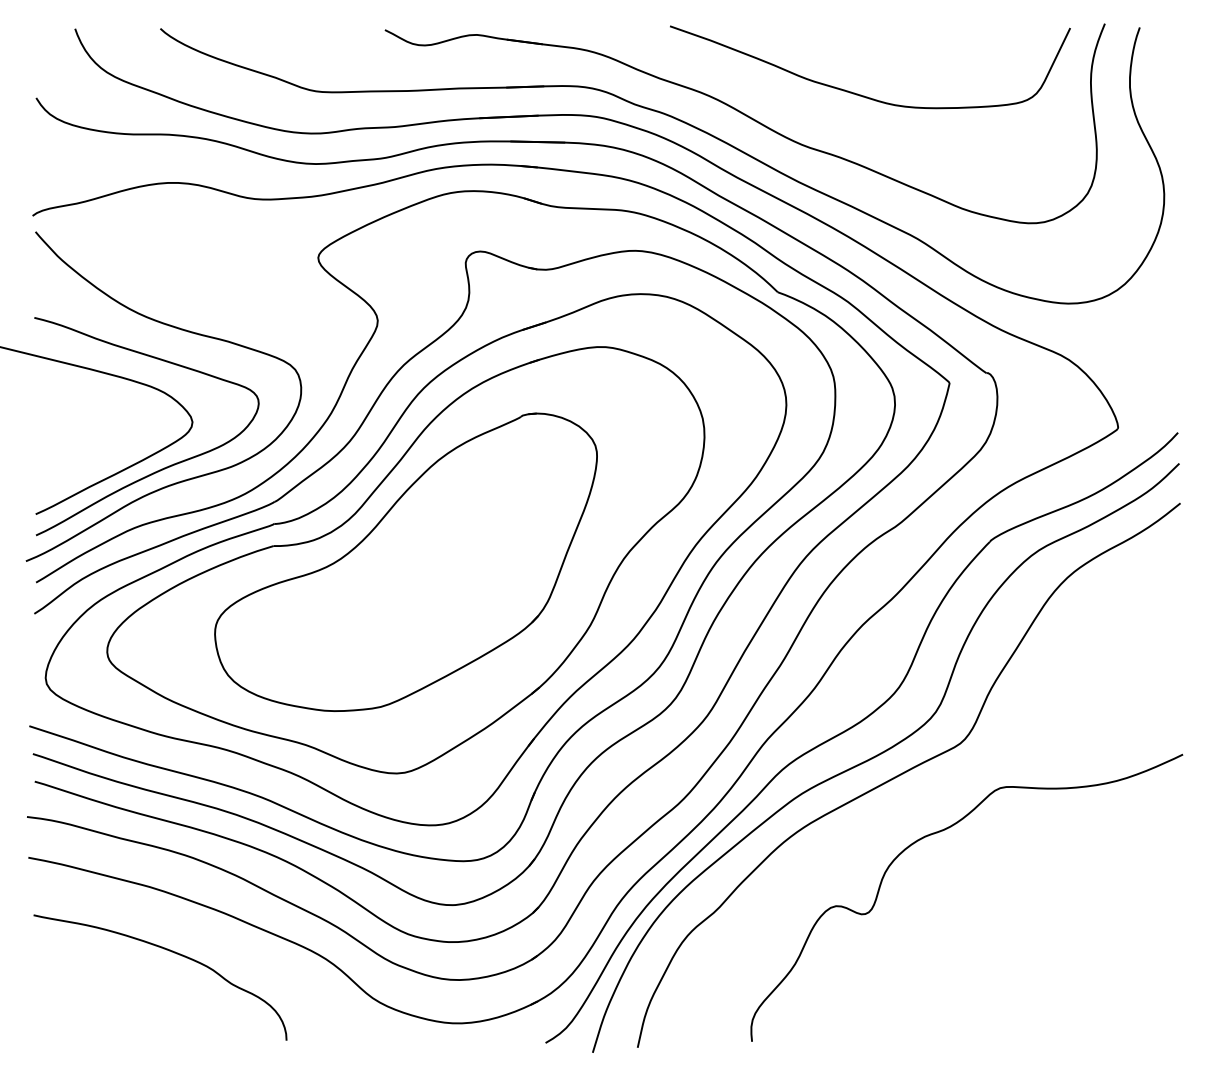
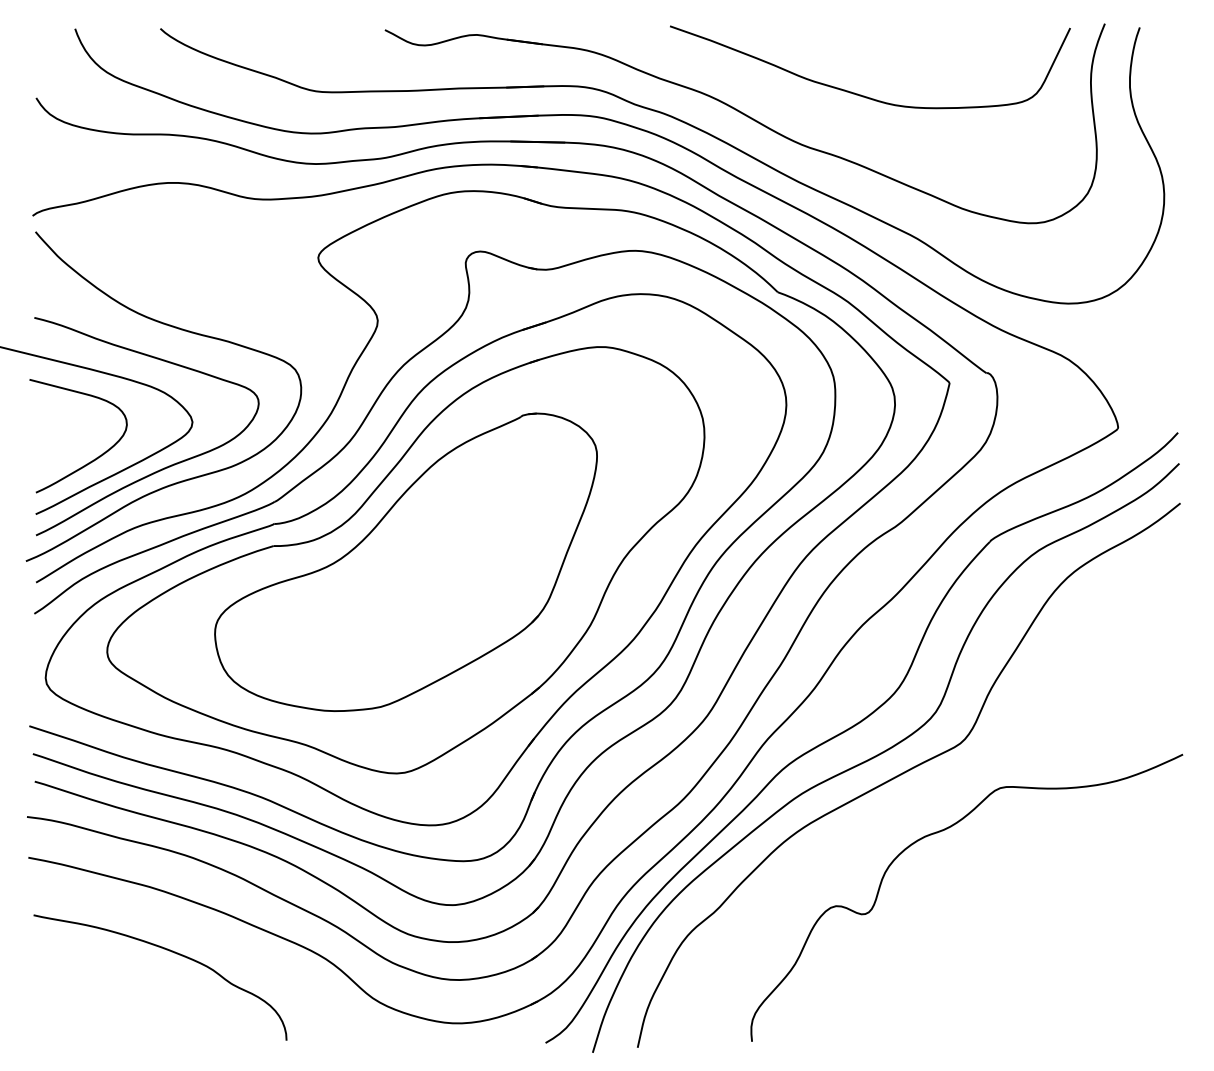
curve at (91, 460): none -> present
